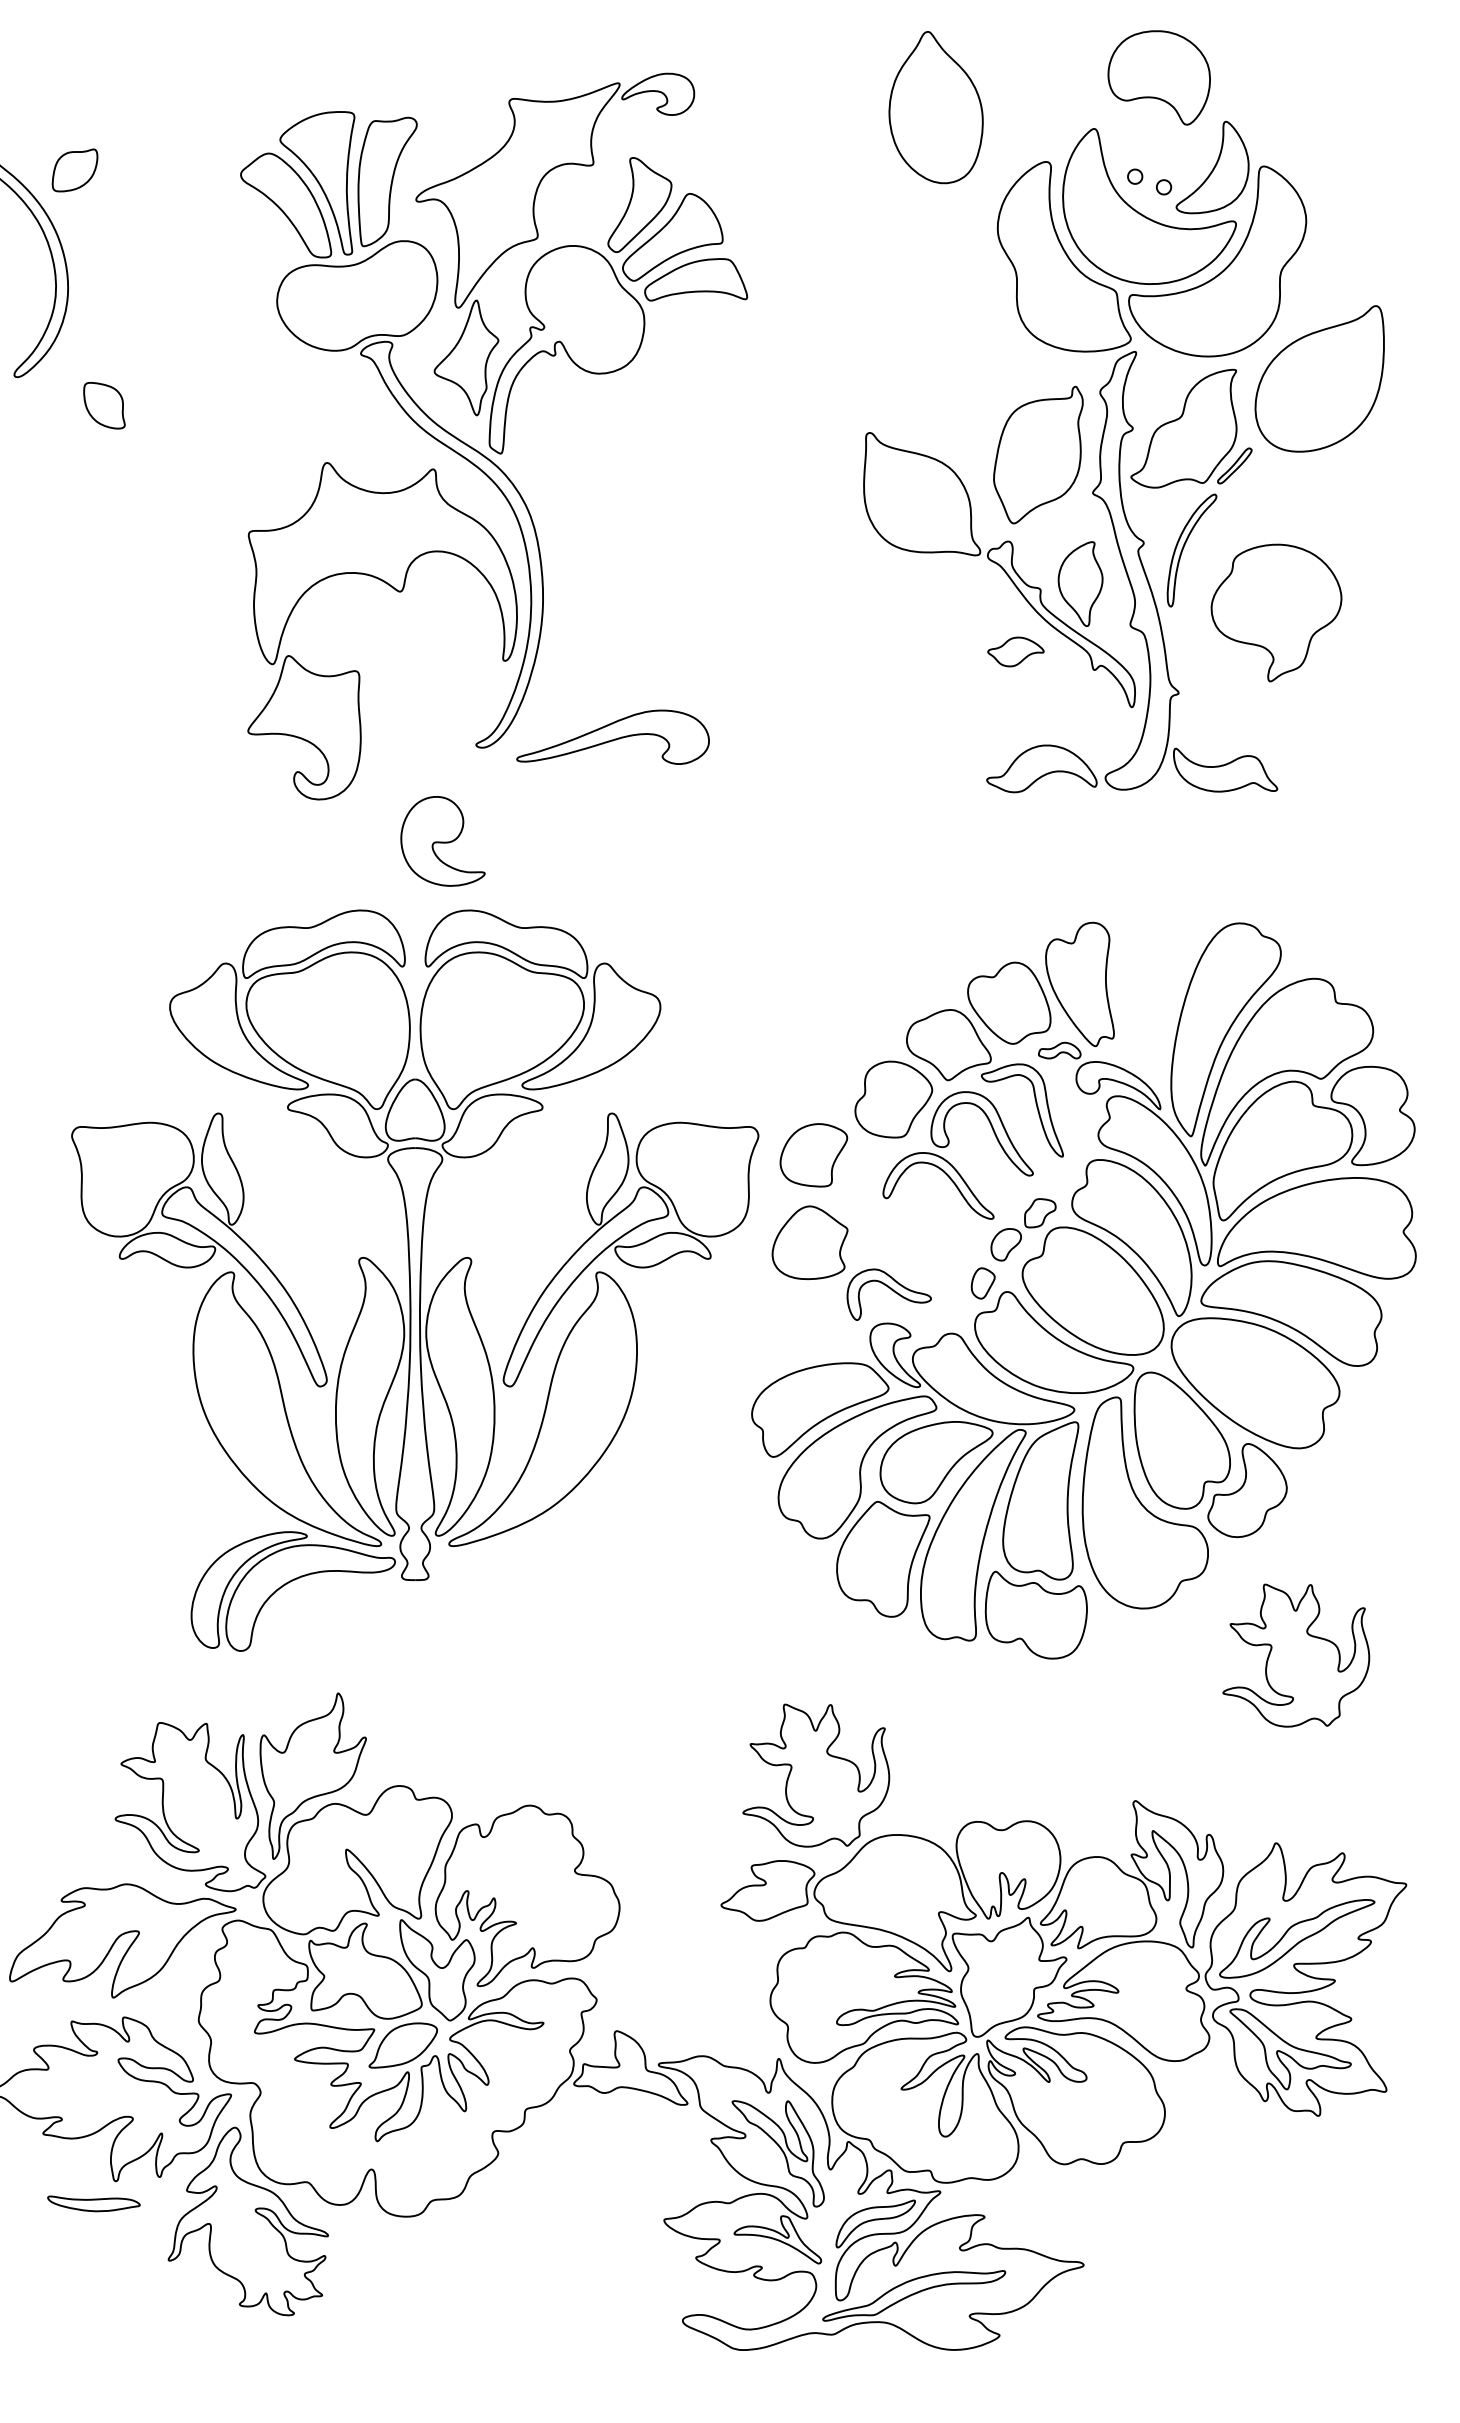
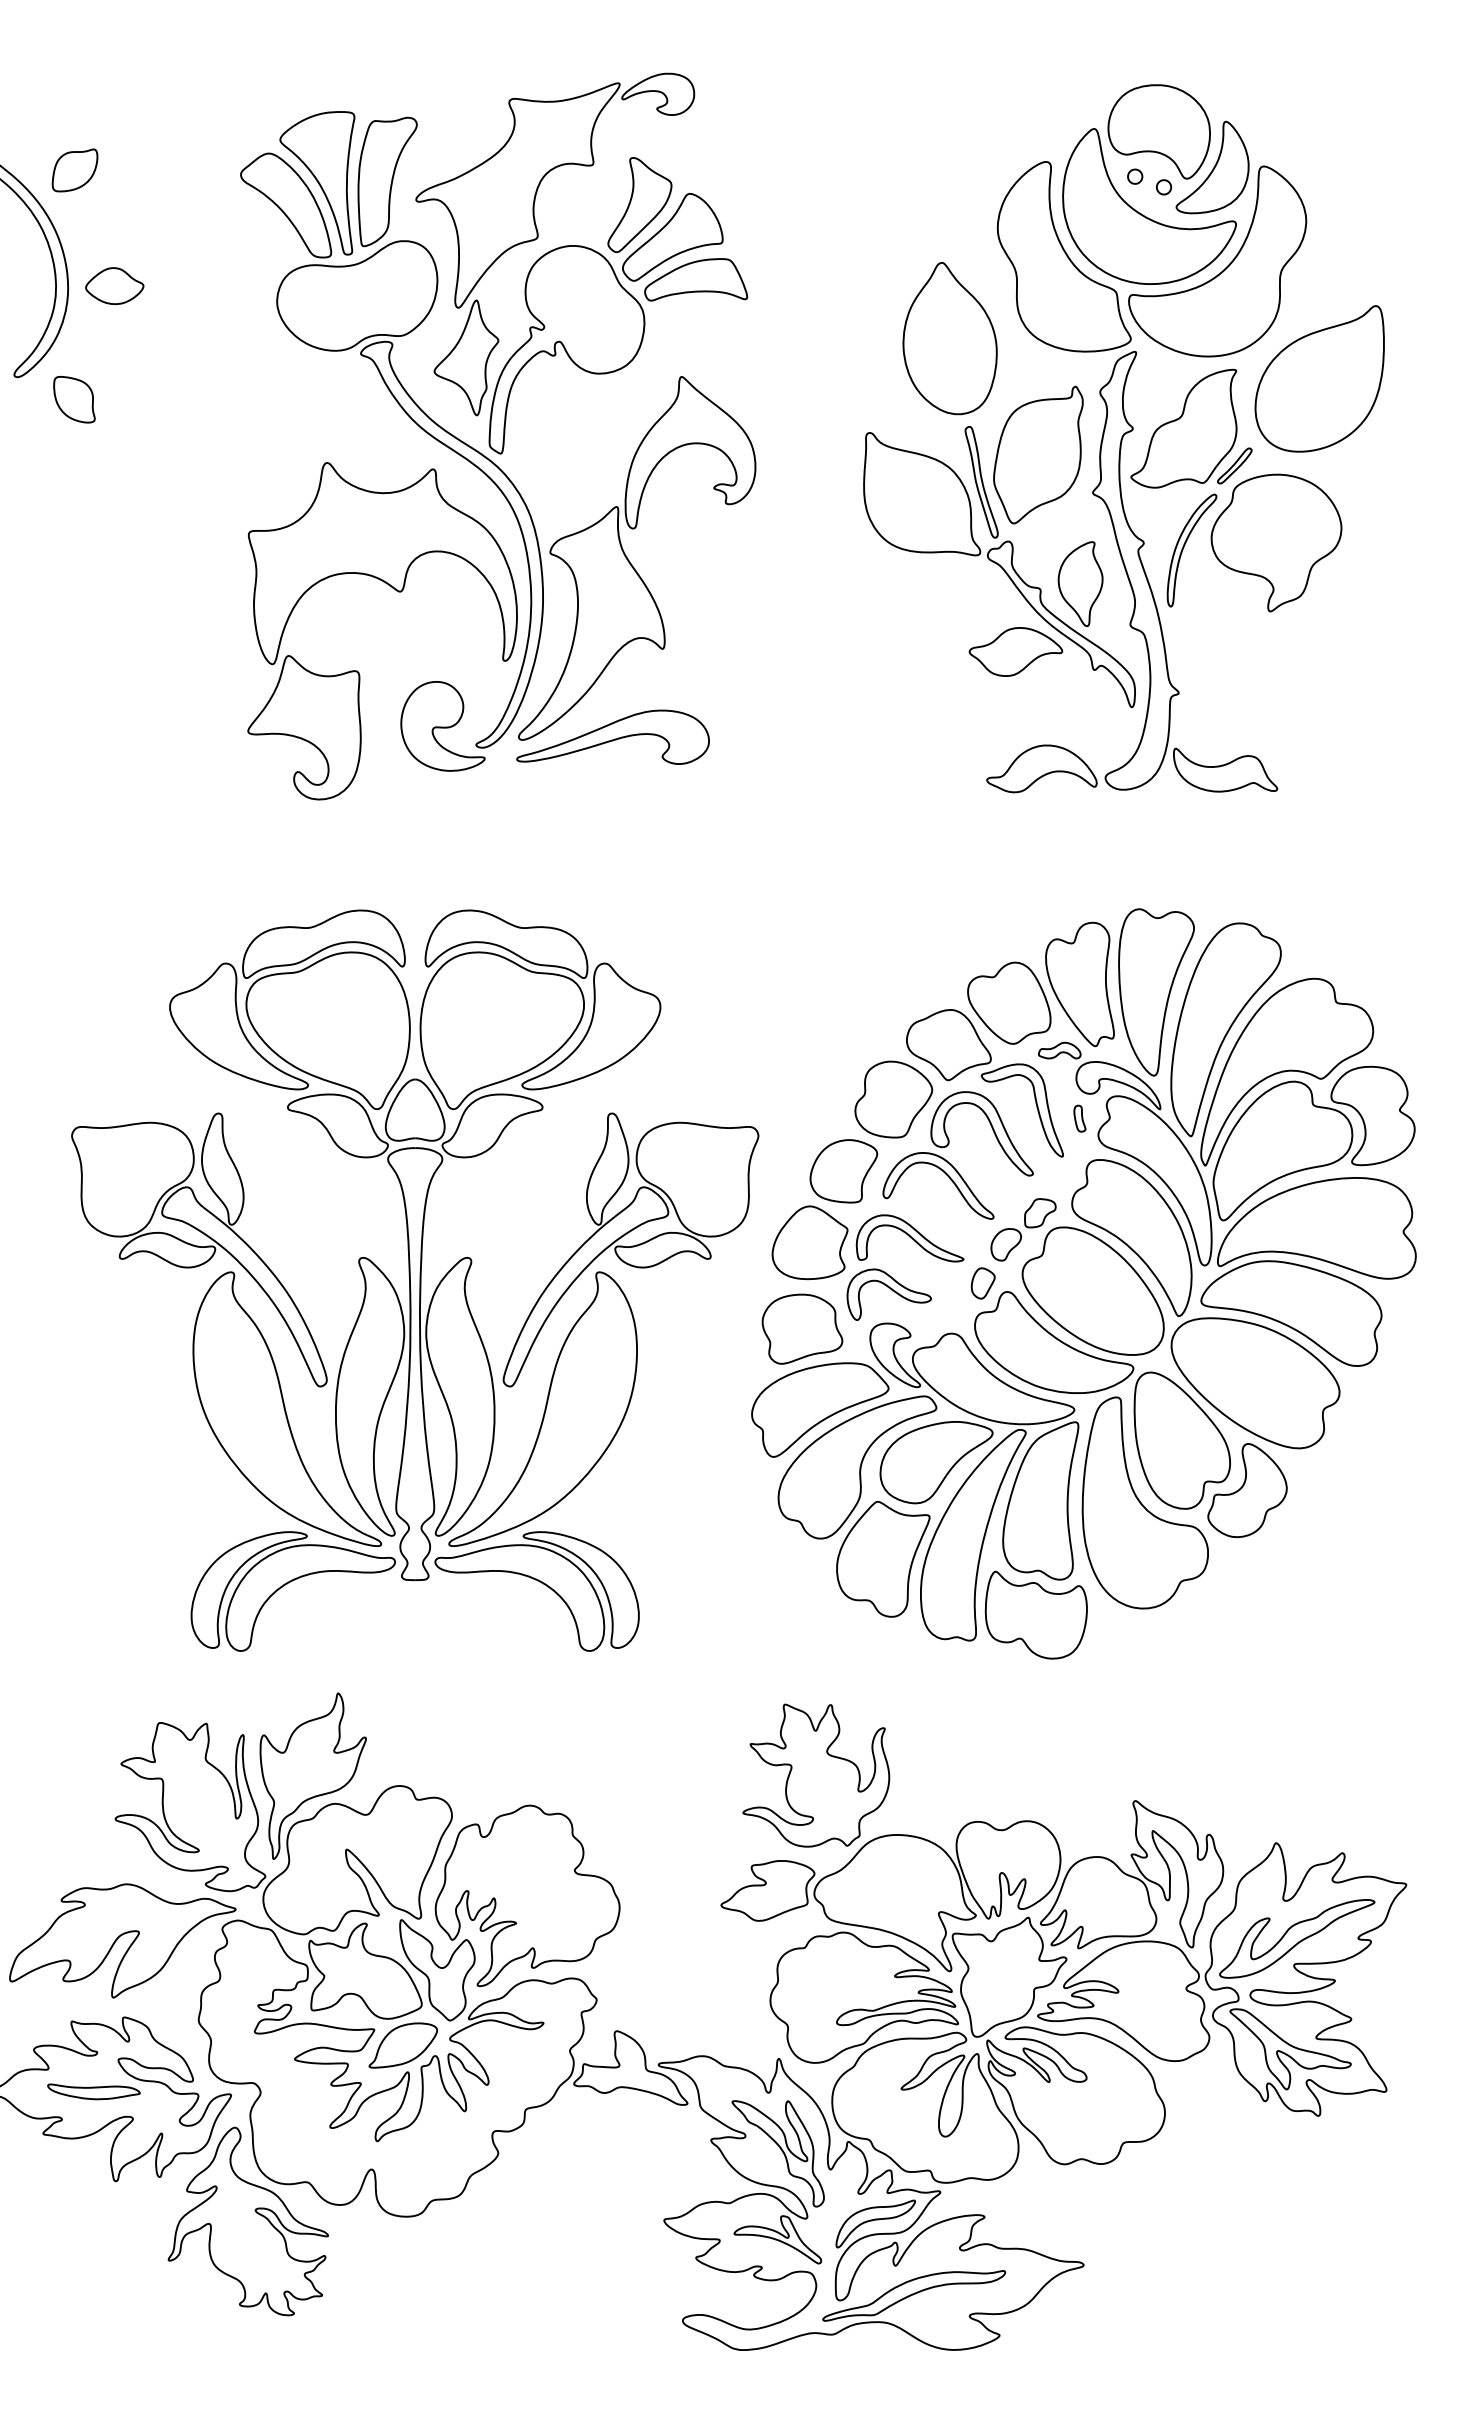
part at (1158, 77) position: (1158, 77) -> (1158, 131)
part at (935, 107) position: (935, 107) -> (949, 338)
part at (114, 286): none -> present
part at (104, 405) position: (104, 405) -> (74, 399)
part at (981, 482): none -> present
part at (631, 563): none -> present
part at (1276, 612) position: (1276, 612) -> (1276, 542)
part at (1015, 651) size: 58x32 px -> 96x50 px
part at (442, 841) position: (442, 841) -> (442, 726)
part at (1156, 992): none -> present
part at (1079, 1118): none -> present
part at (813, 1155) position: (813, 1155) -> (843, 1171)
part at (909, 1238): none -> present
part at (802, 1328): none -> present
part at (541, 1583): none -> present
part at (1296, 1655): present -> none
part at (93, 2203) position: (93, 2203) -> (93, 2091)
